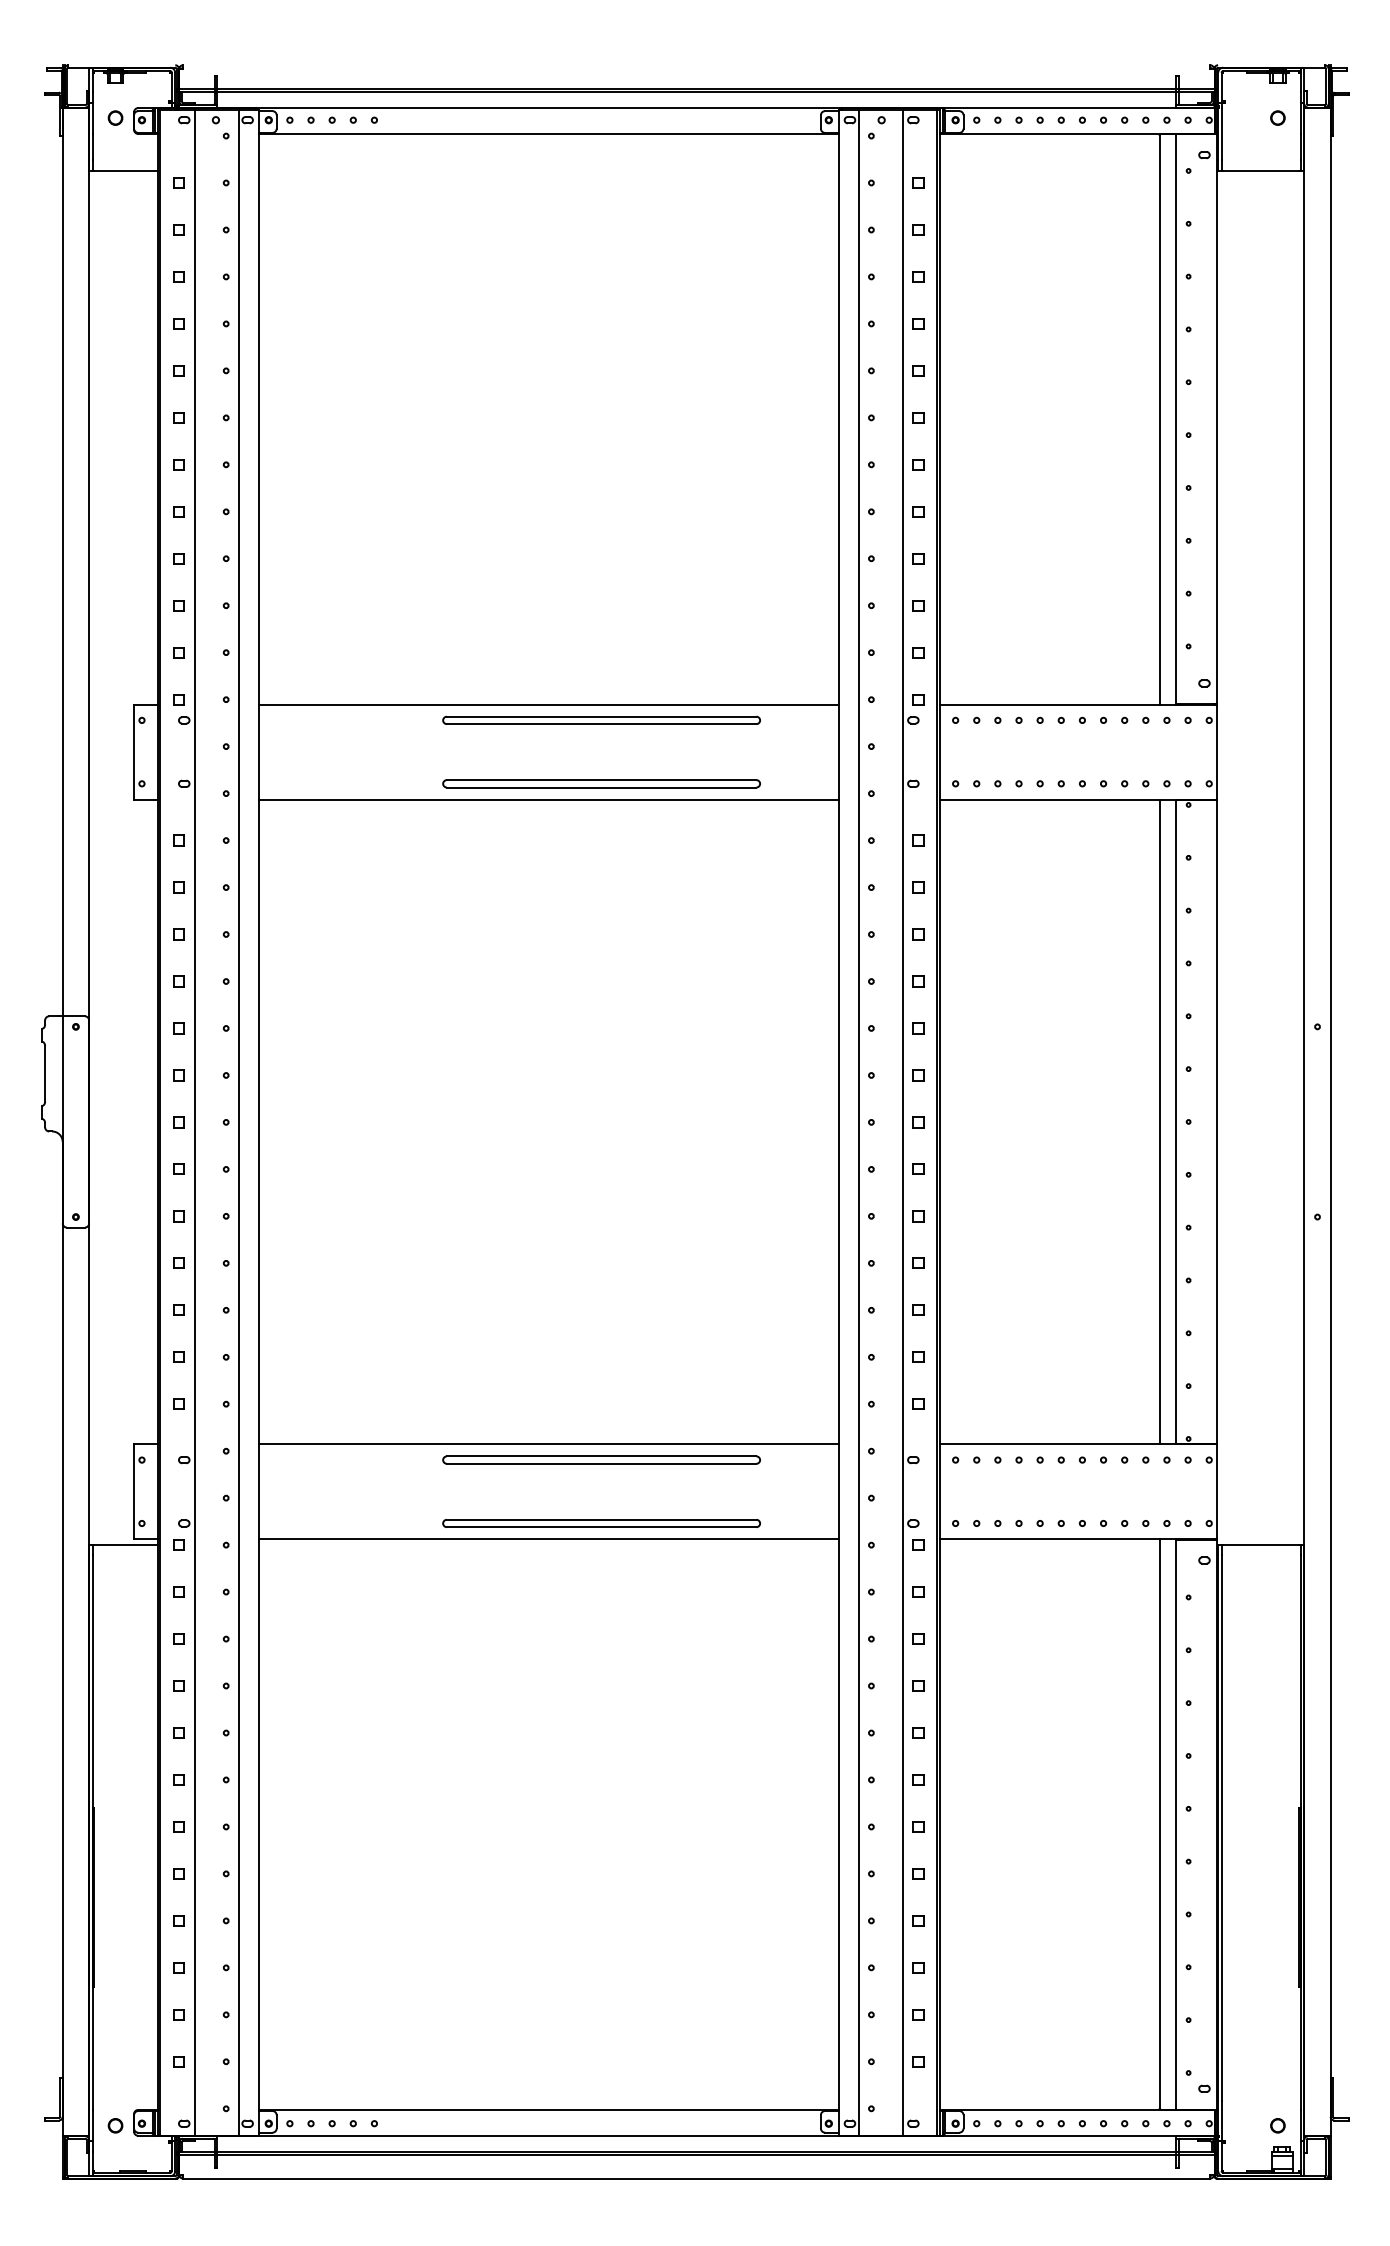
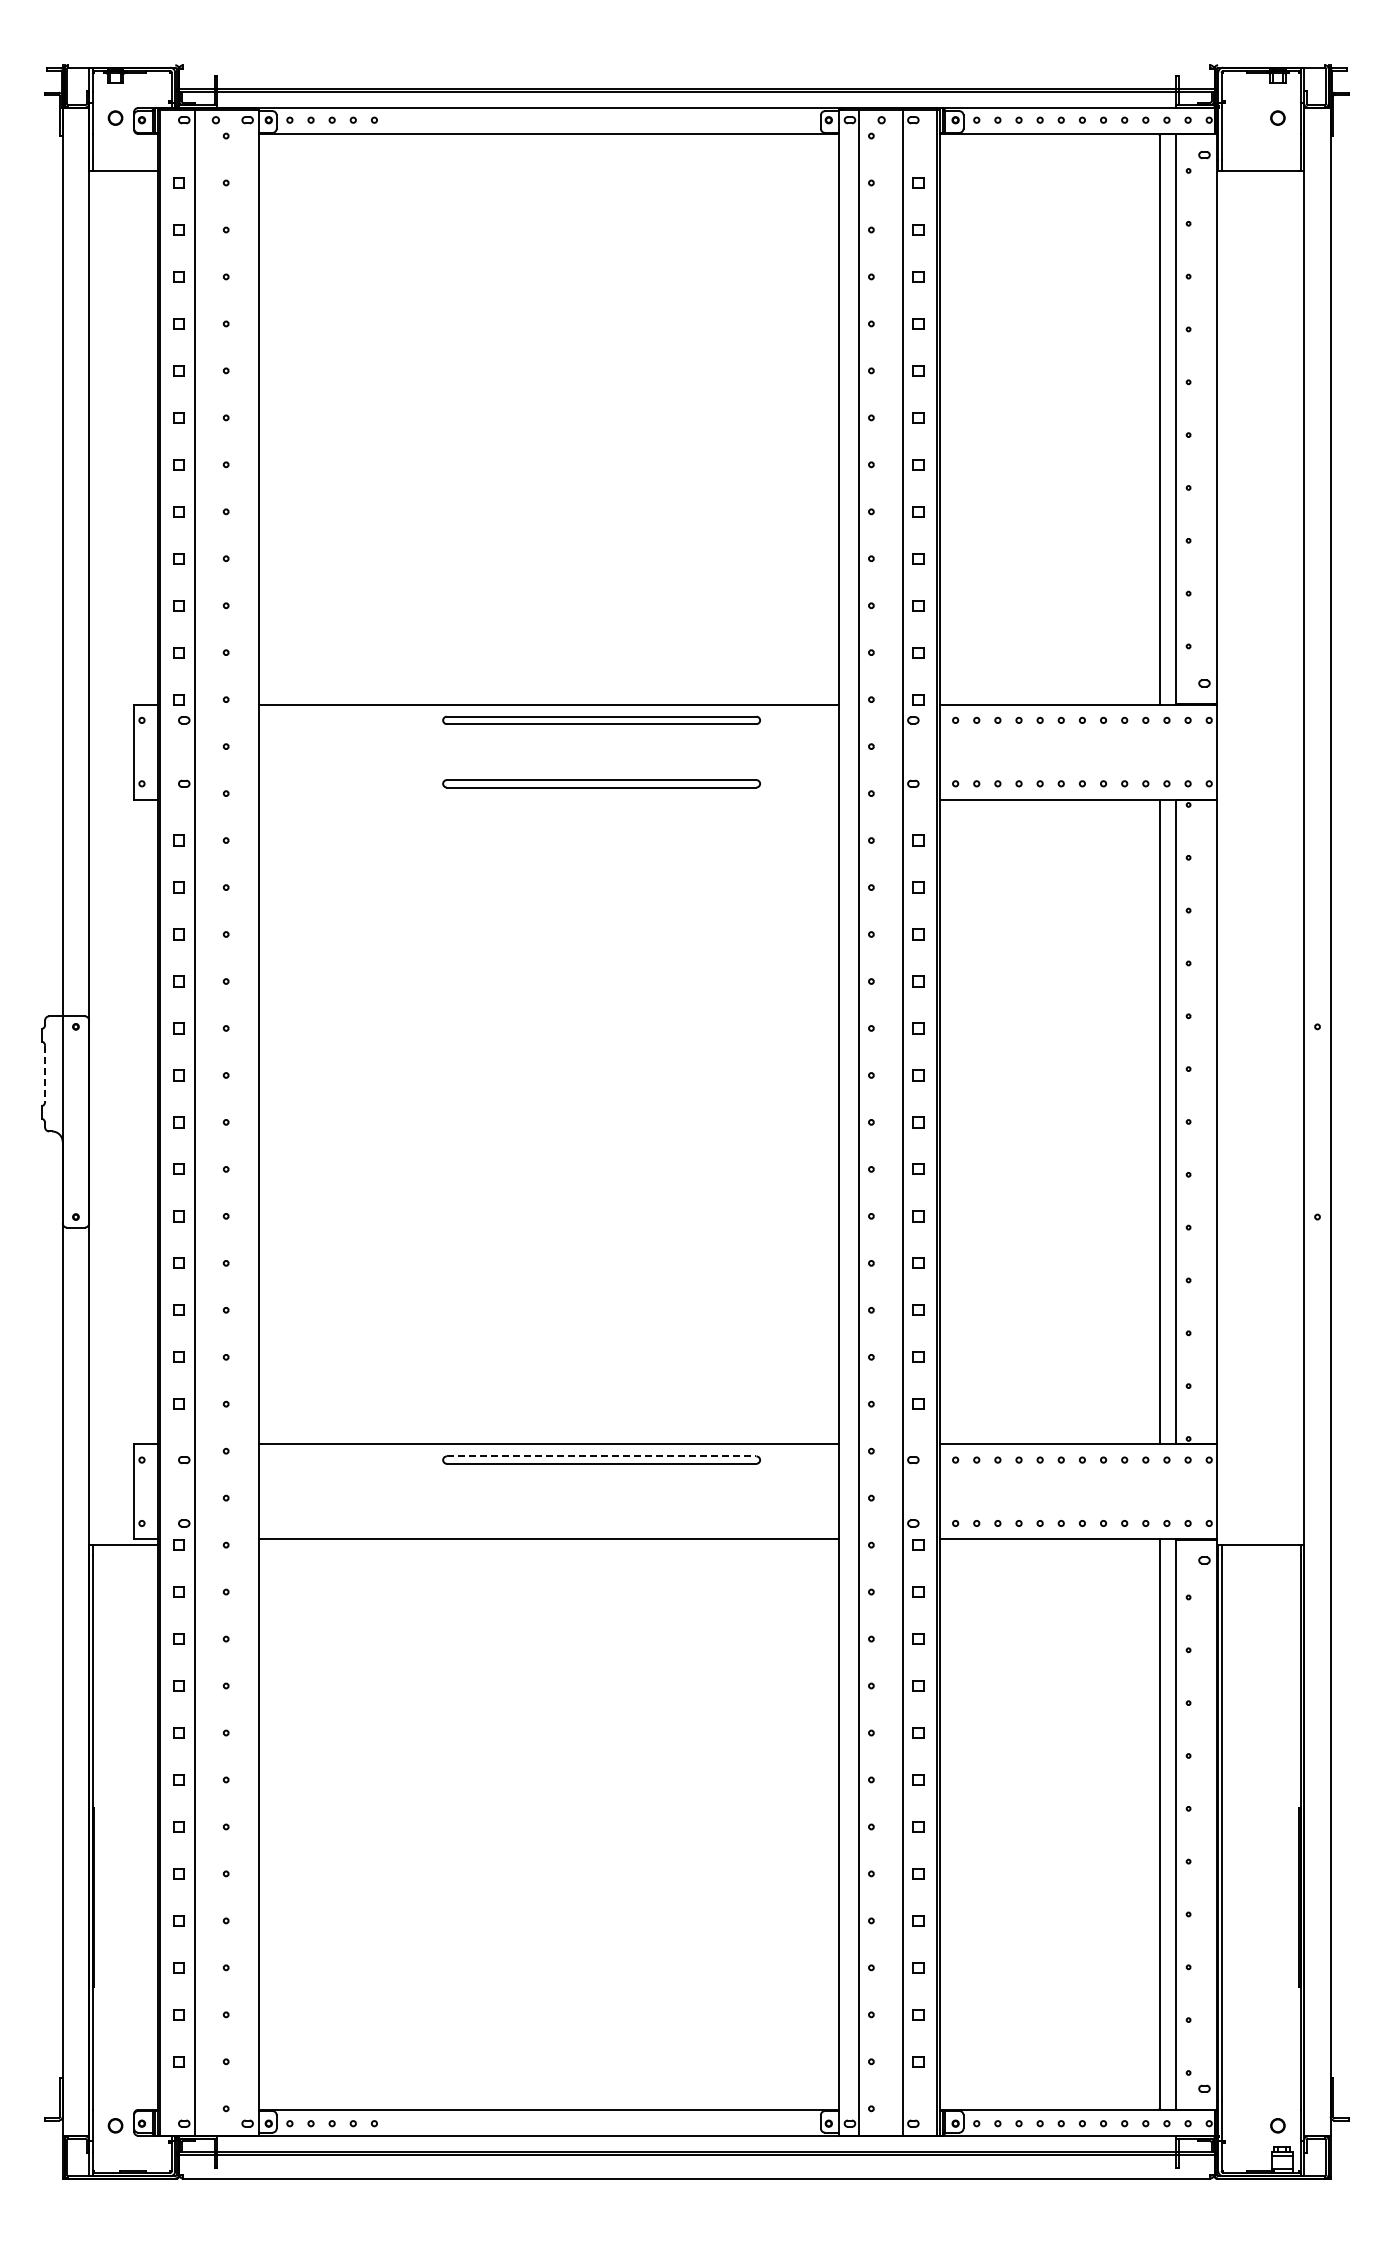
line at (548, 799): present -> none
line at (45, 1074): solid -> dashed
line at (238, 1122): present -> none
line at (601, 1456): solid -> dashed
part at (601, 1523): present -> none
